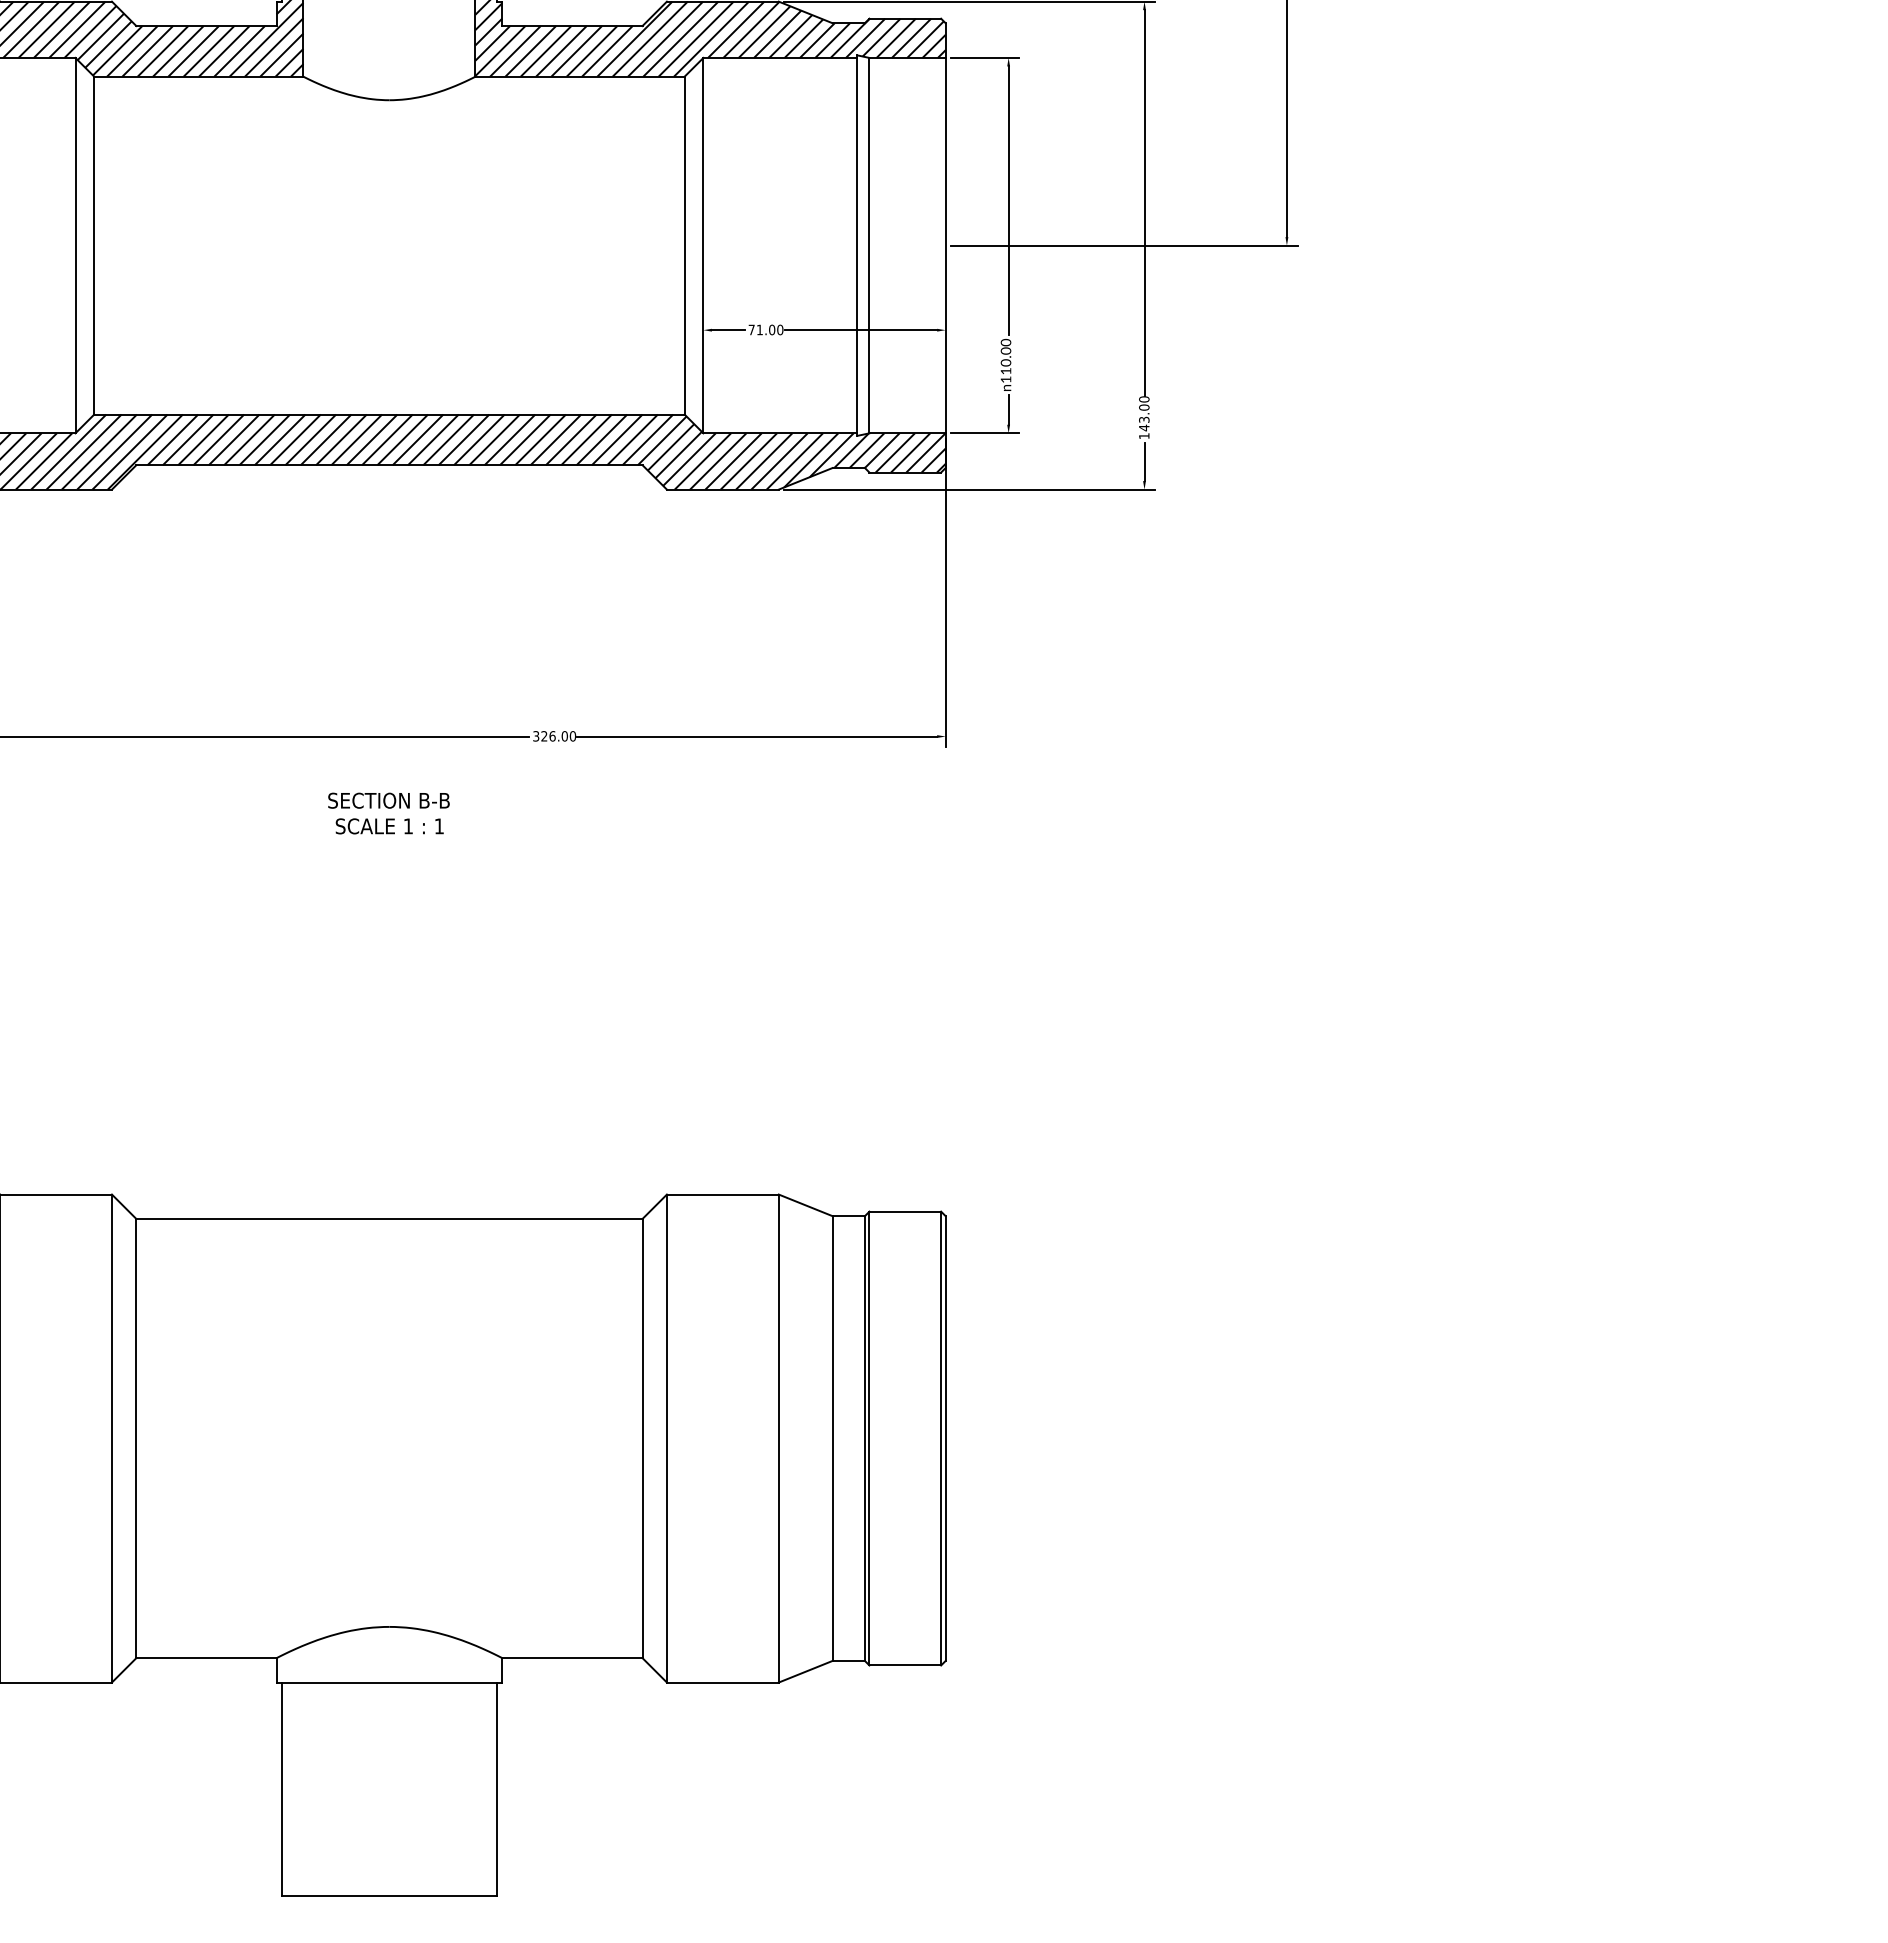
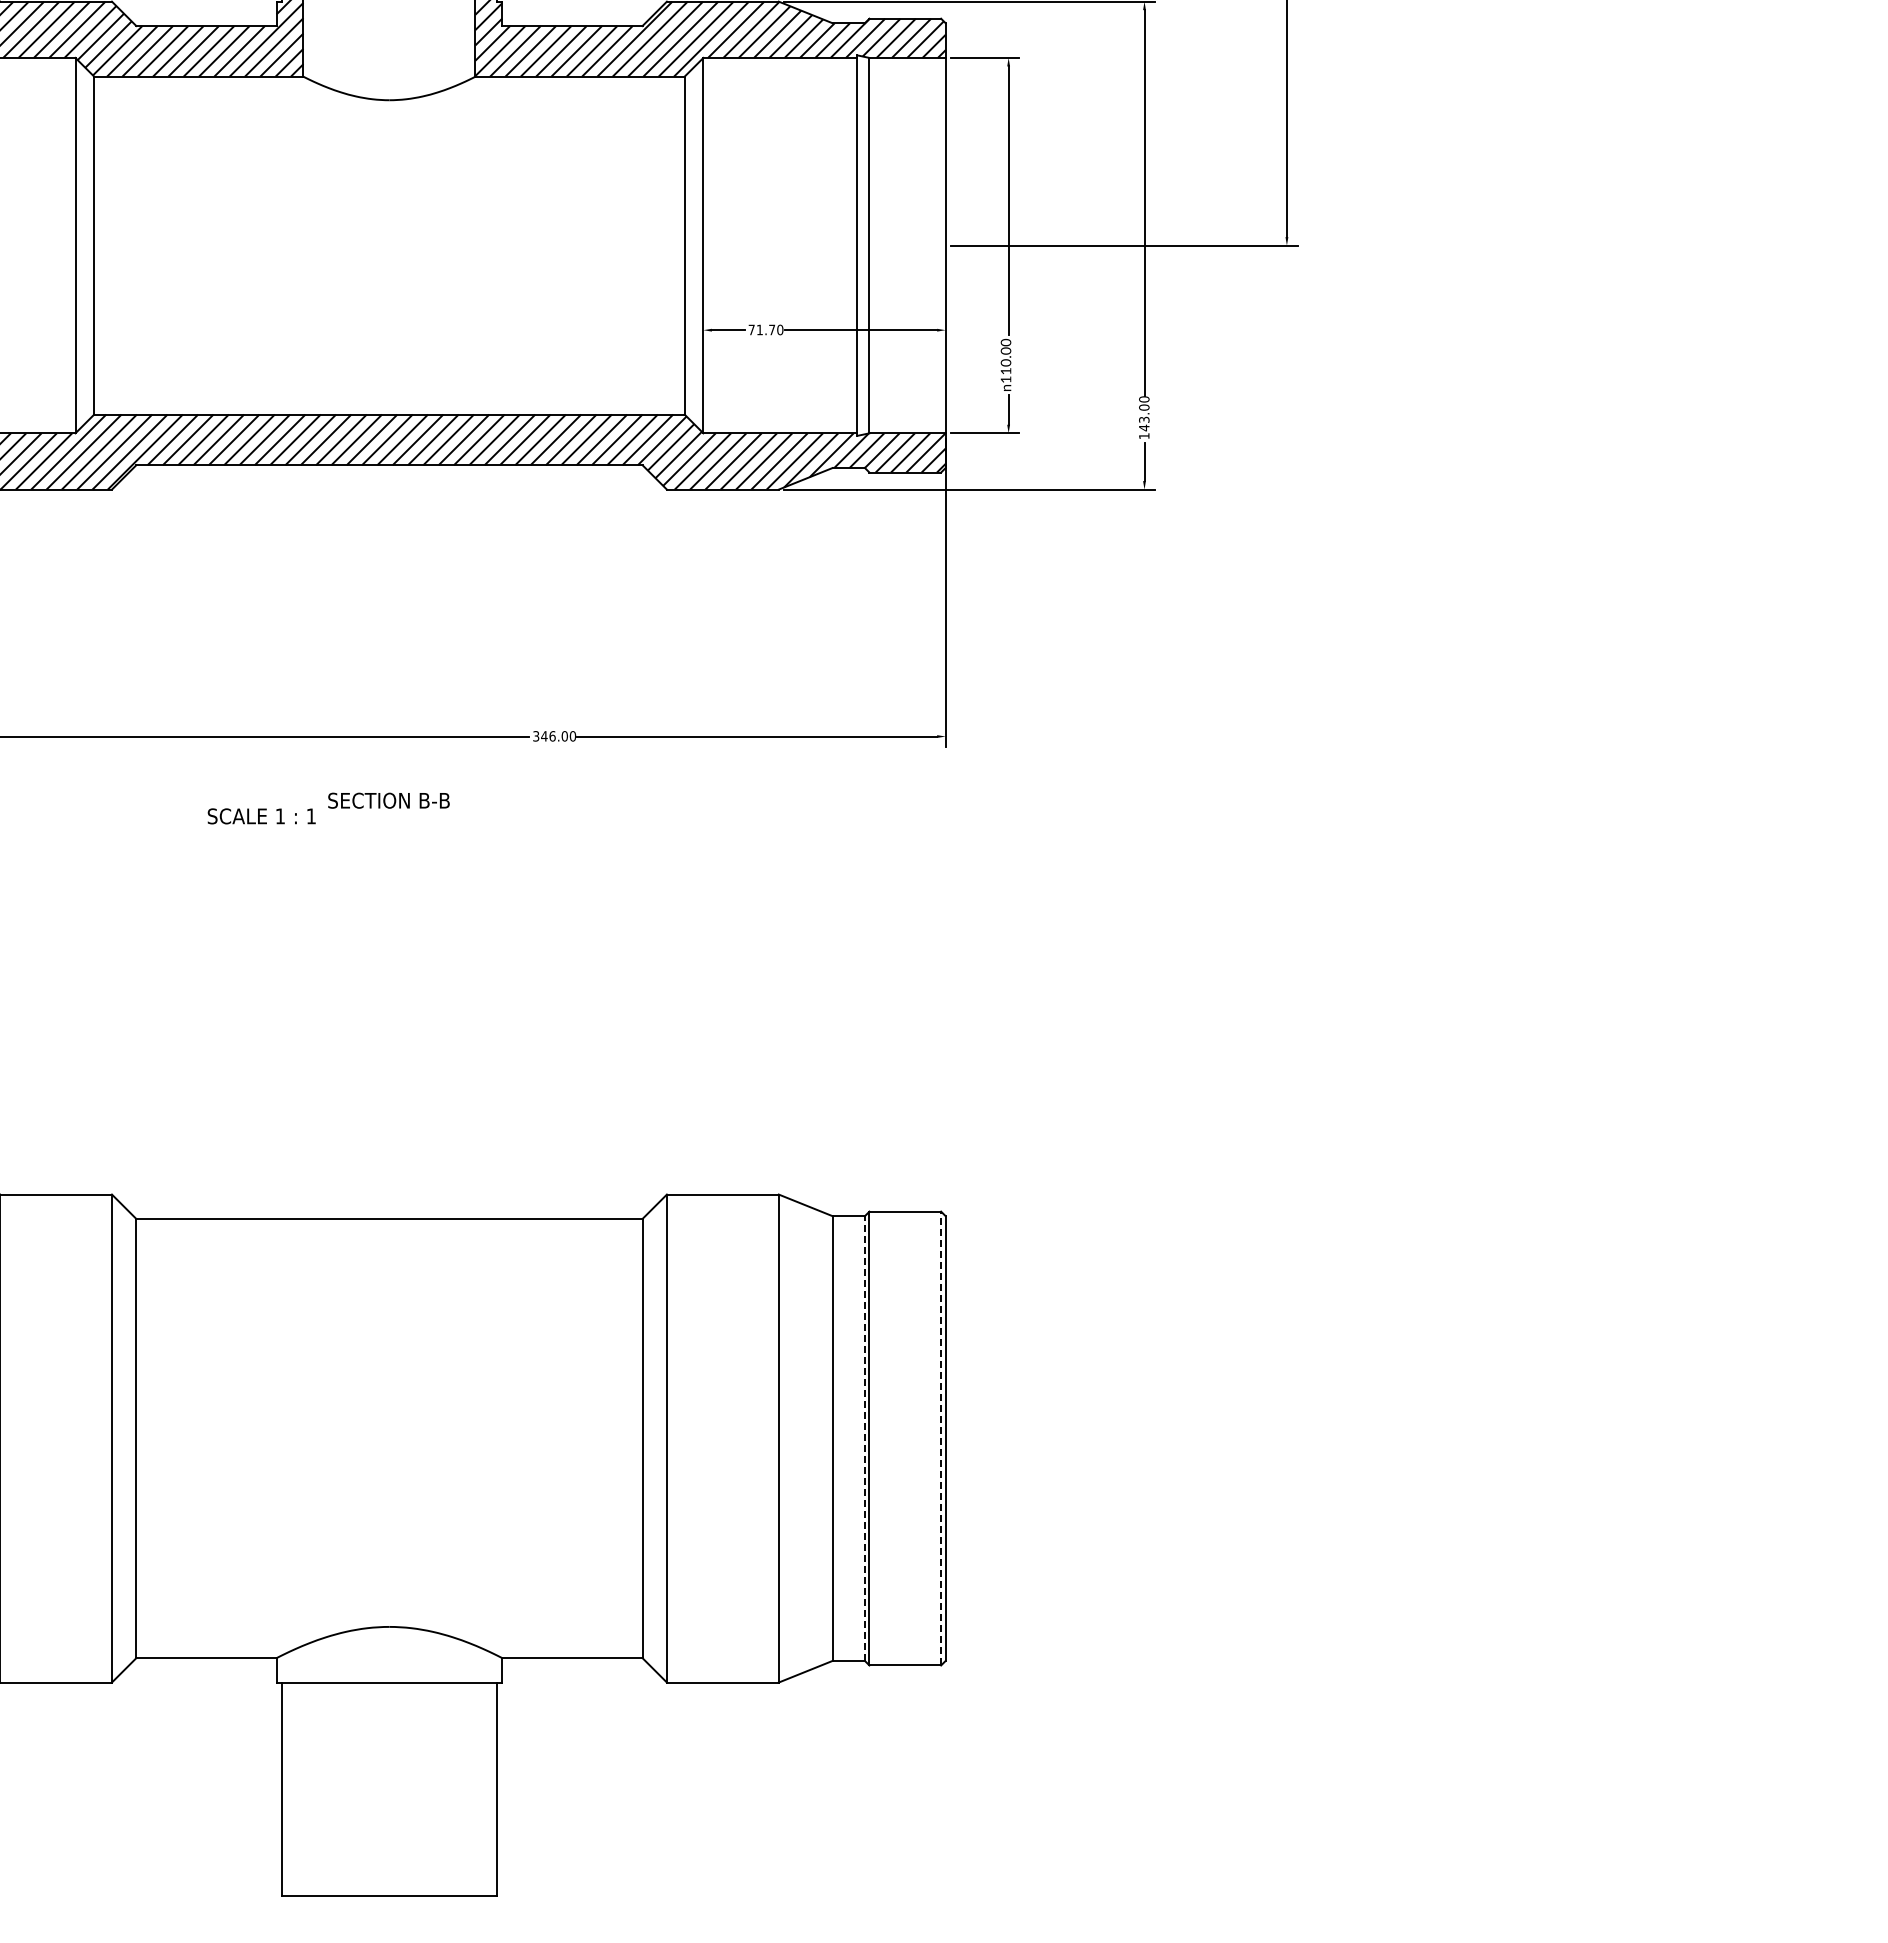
text at (772, 329): 71.00 -> 71.70
text at (544, 736): 326.00 -> 346.00
text at (389, 826) position: (389, 826) -> (261, 816)
line at (864, 1438): solid -> dashed
line at (941, 1438): solid -> dashed
